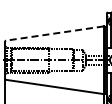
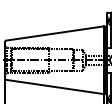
line at (54, 33): dashed -> solid
